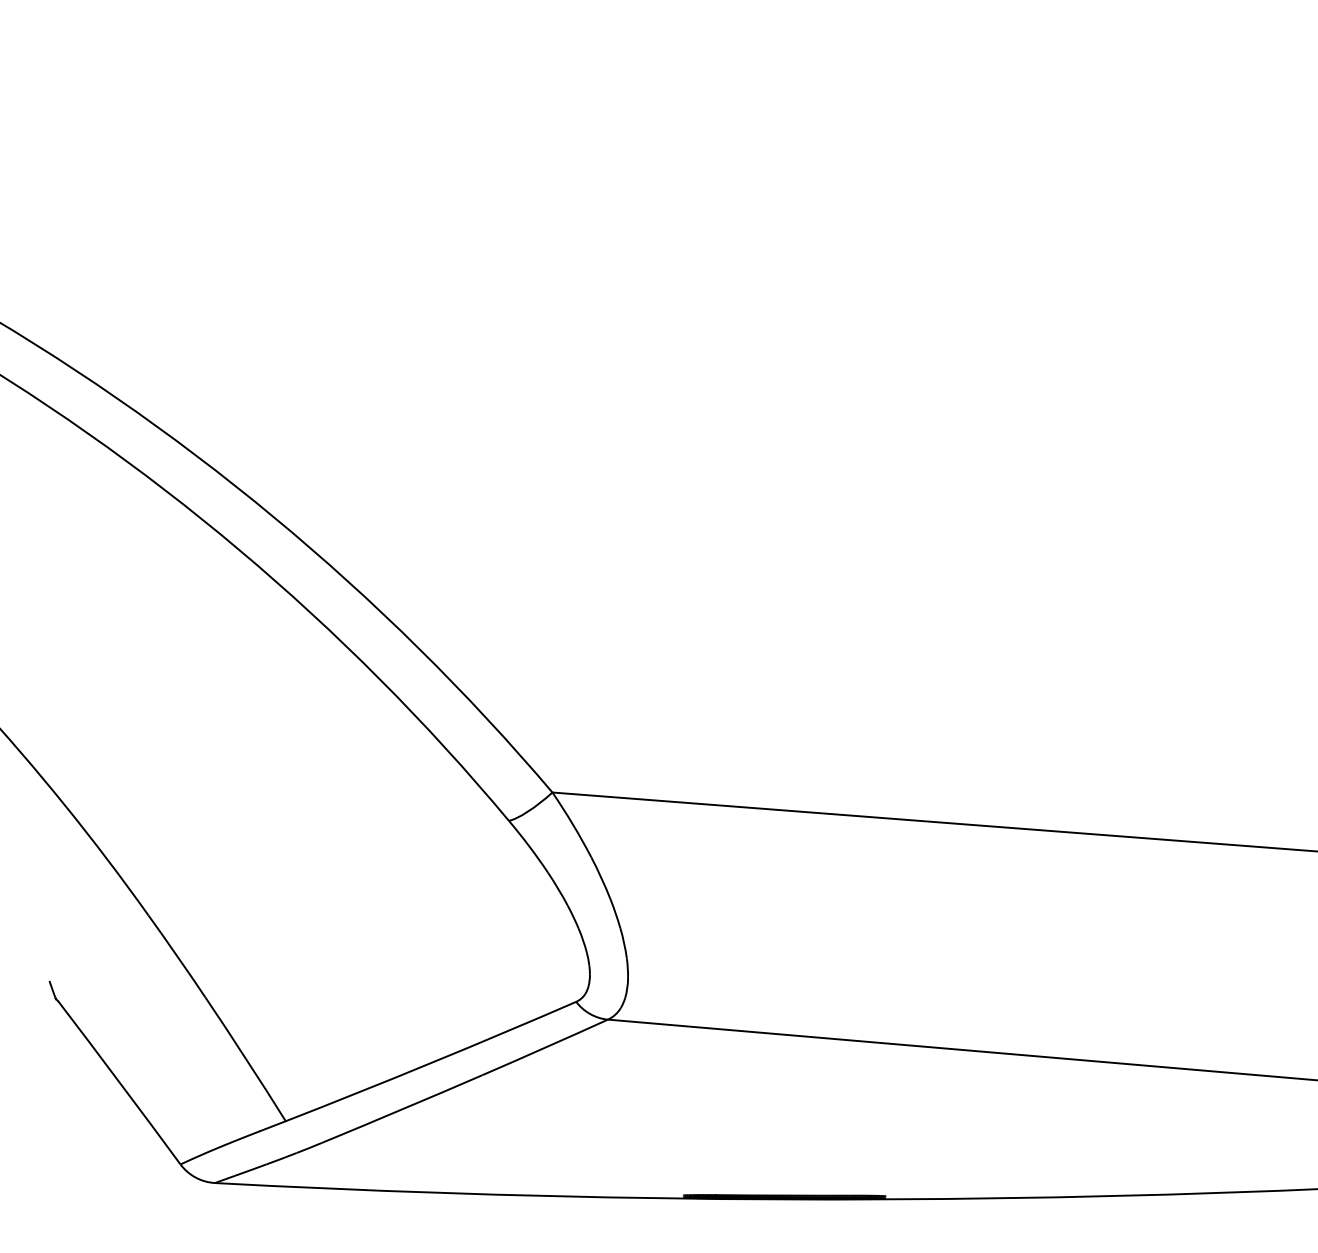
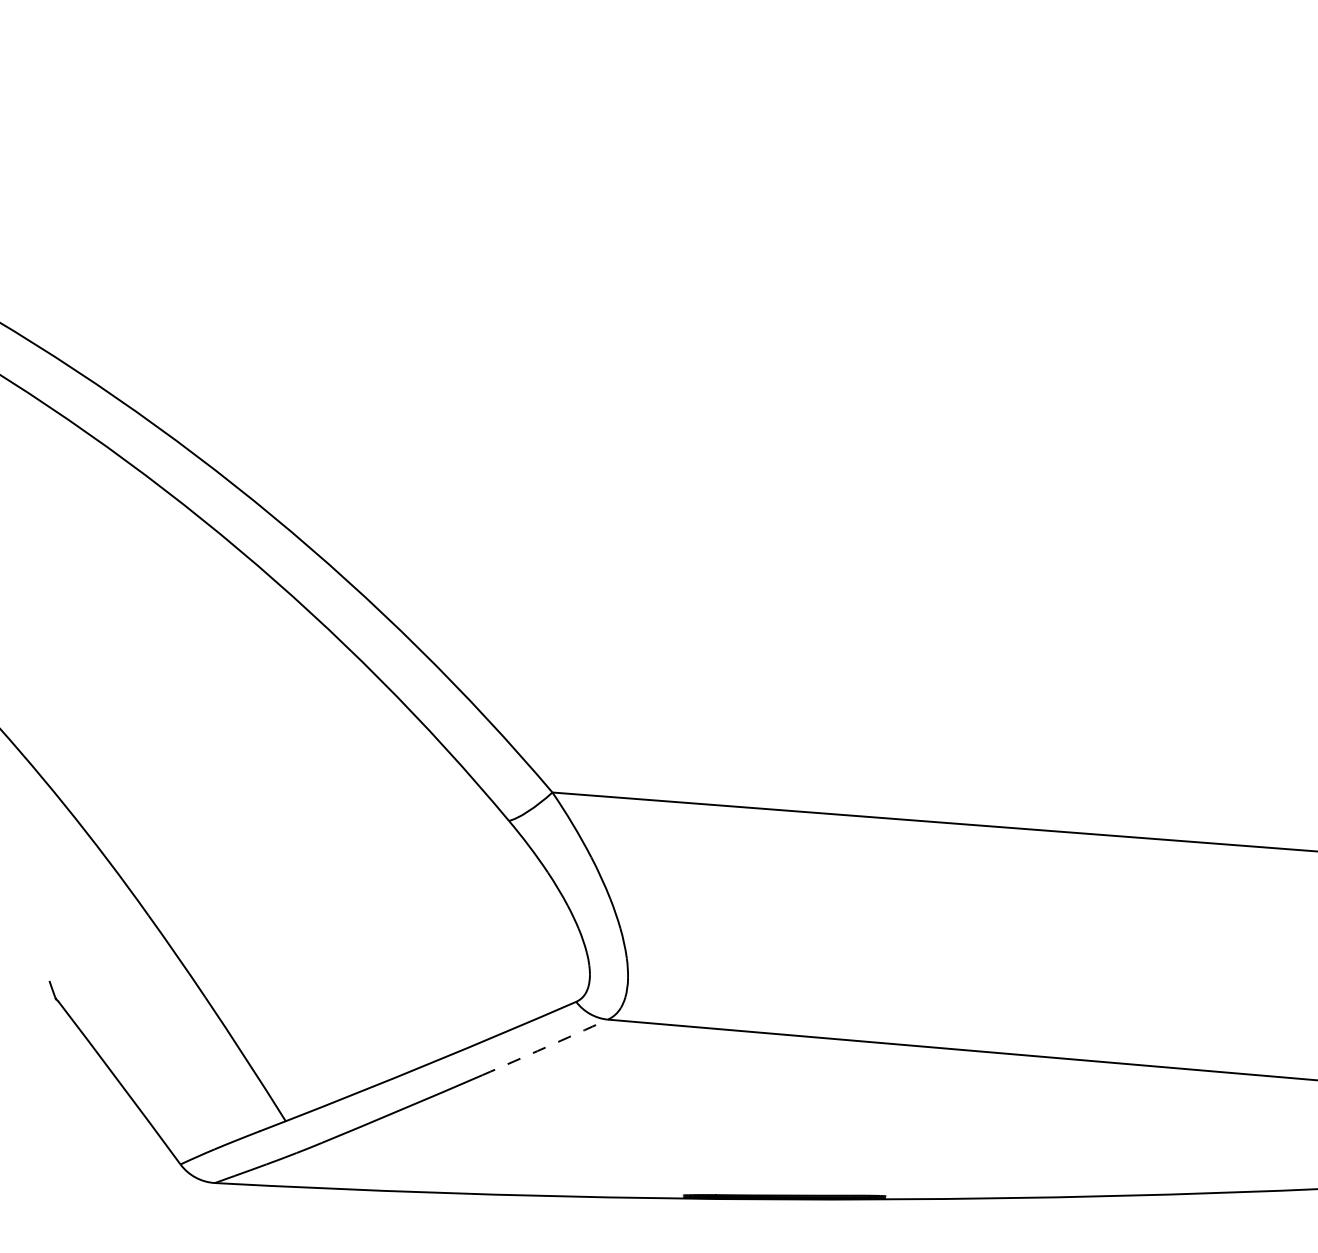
arc at (545, 1047): solid -> dashed
